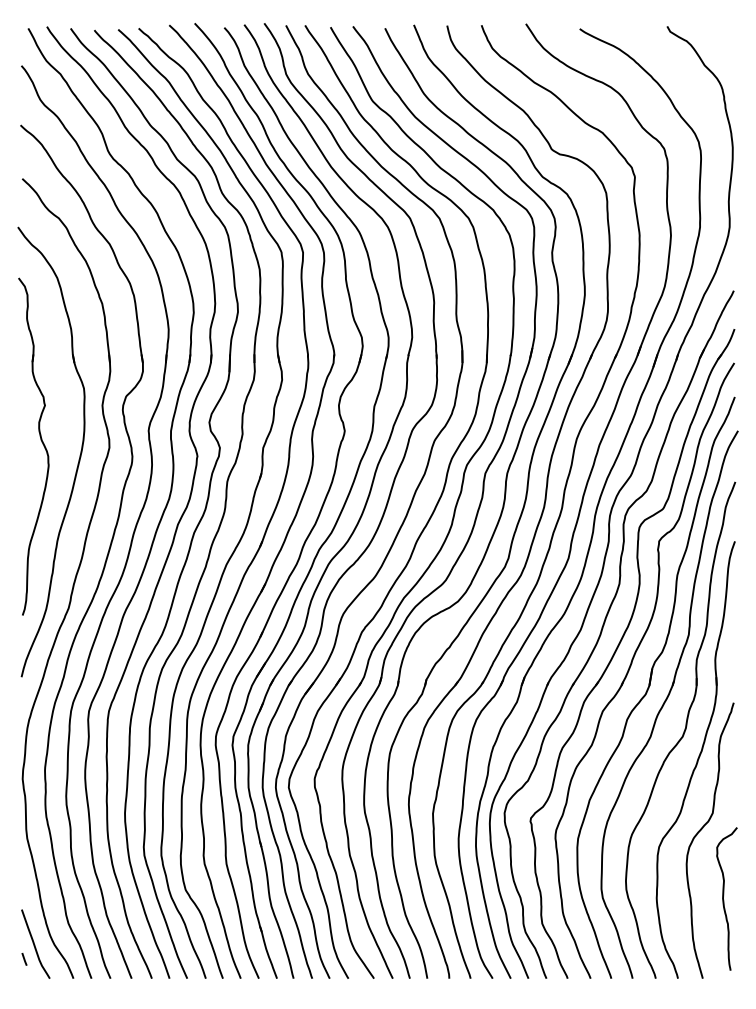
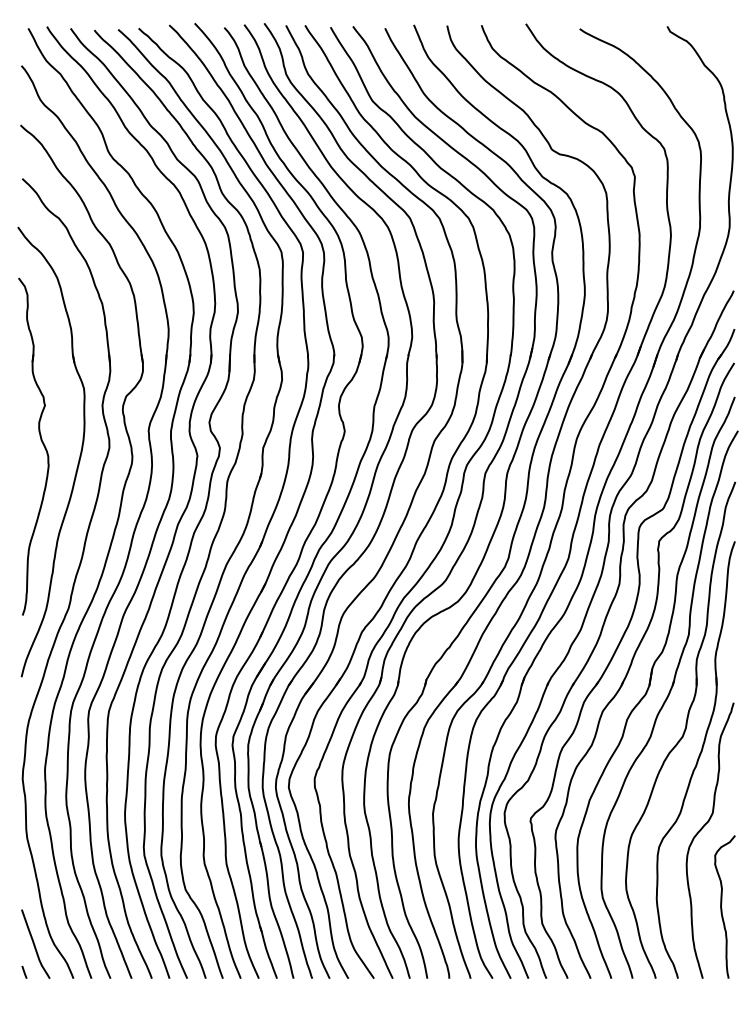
curve at (724, 900) position: (724, 900) -> (722, 908)
line at (24, 959) position: (24, 959) -> (24, 972)
